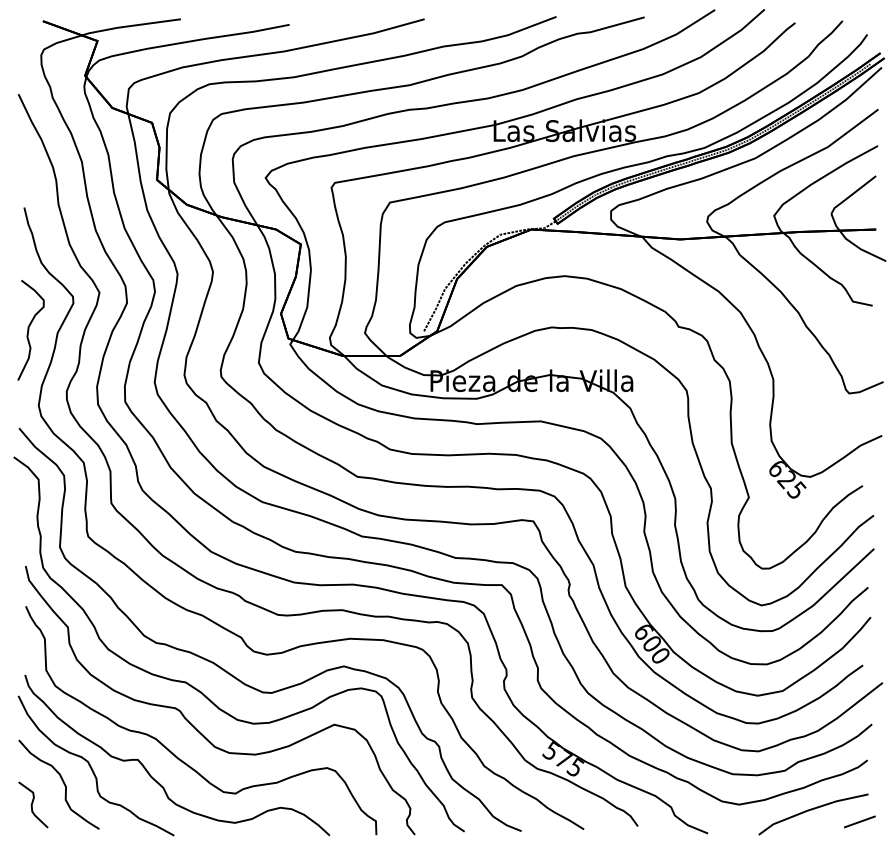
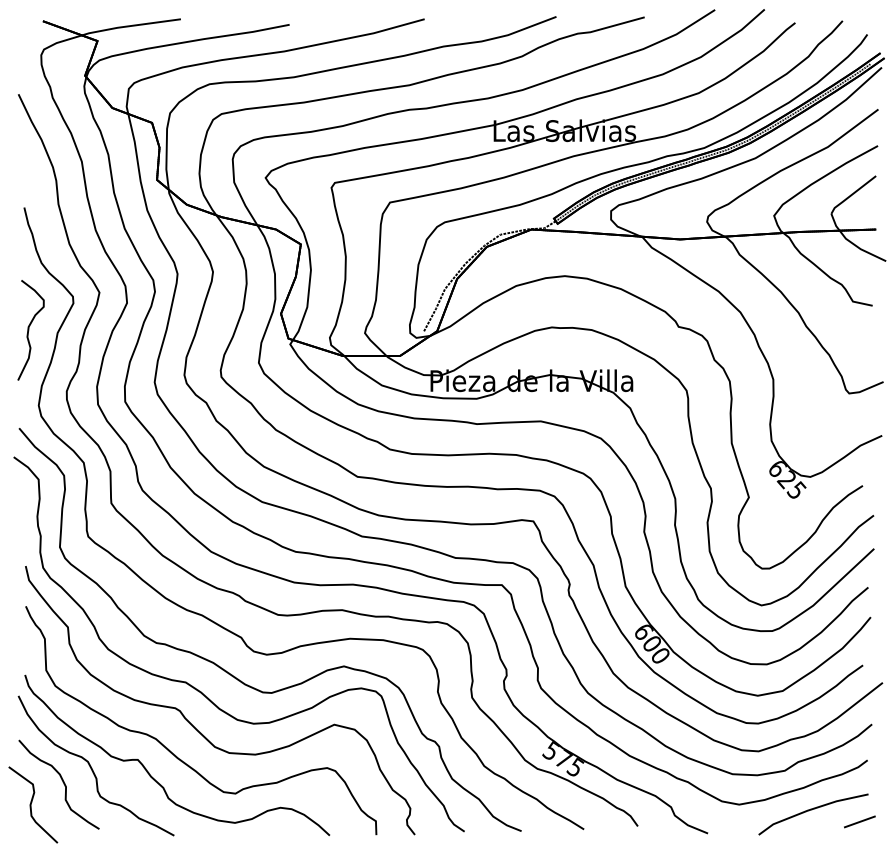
part at (33, 804) size: 31x48 px -> 51x78 px
